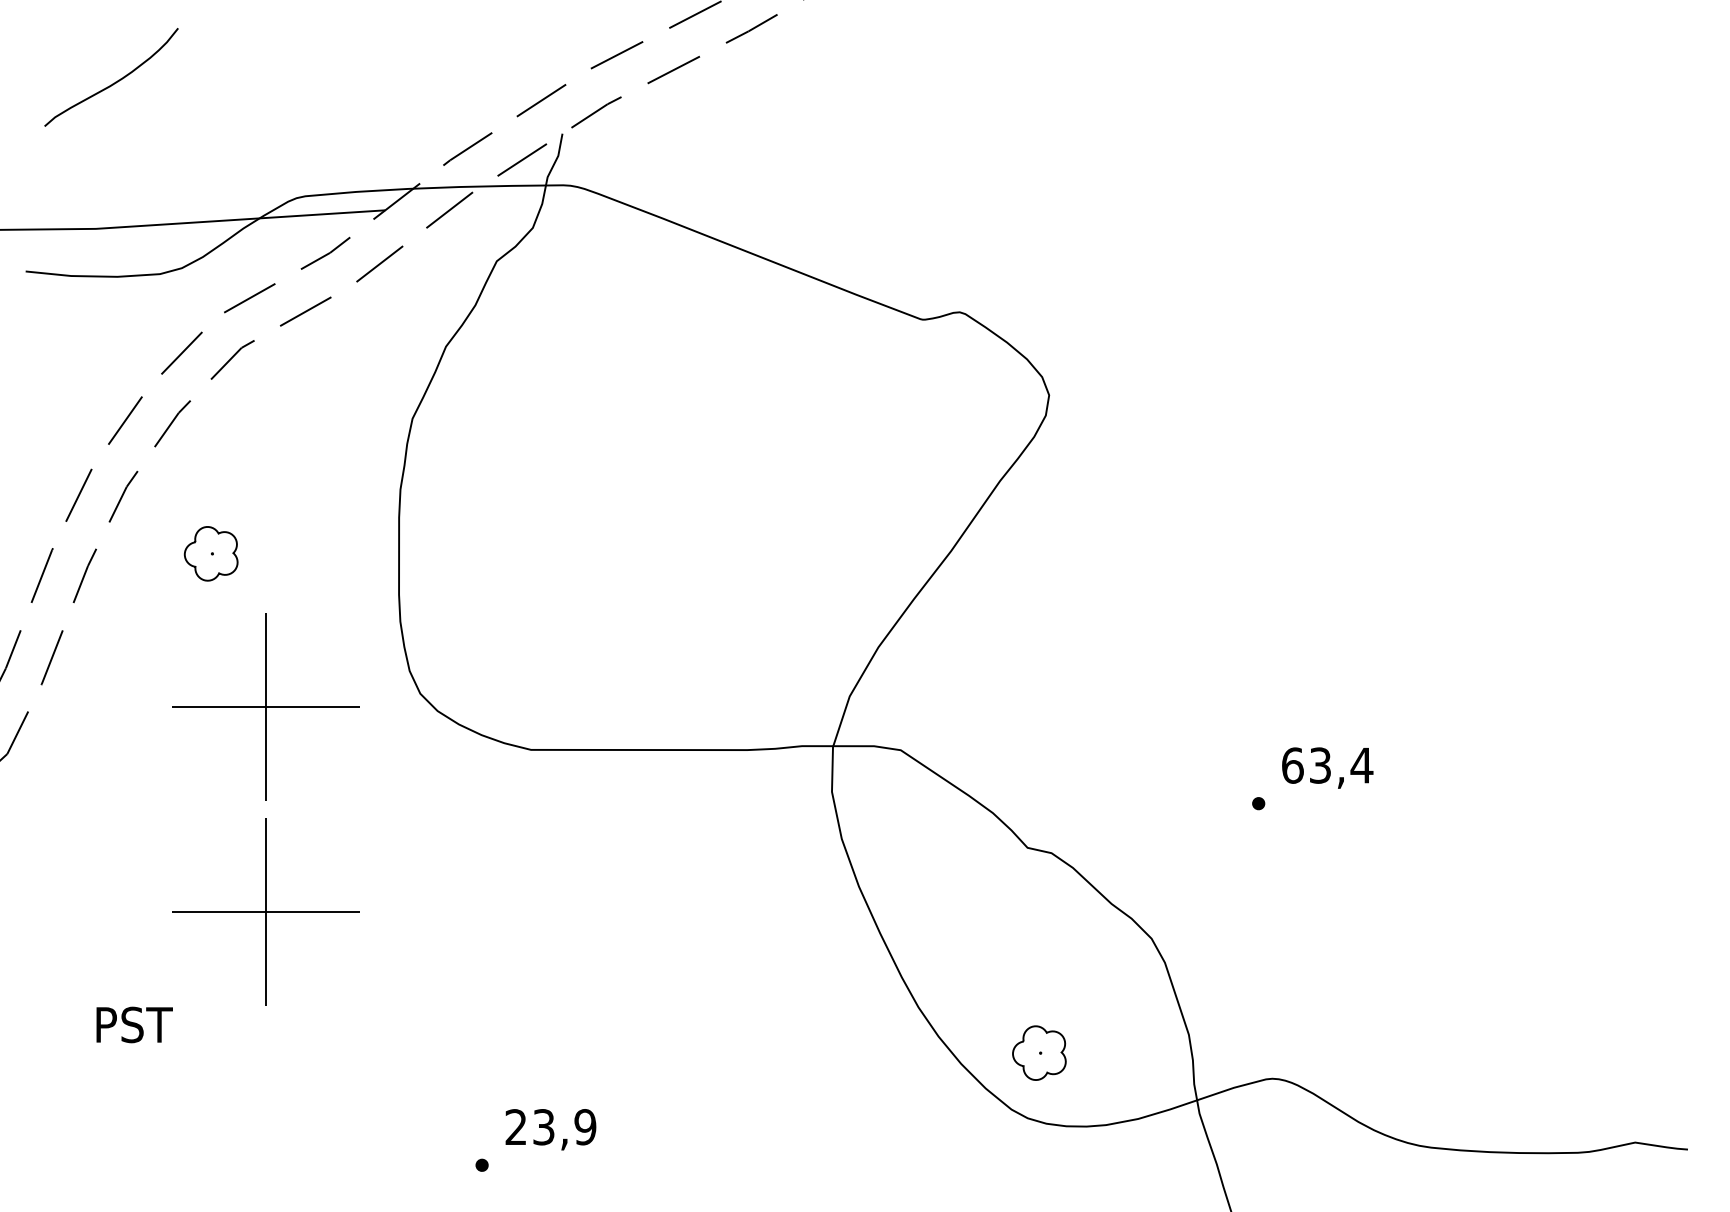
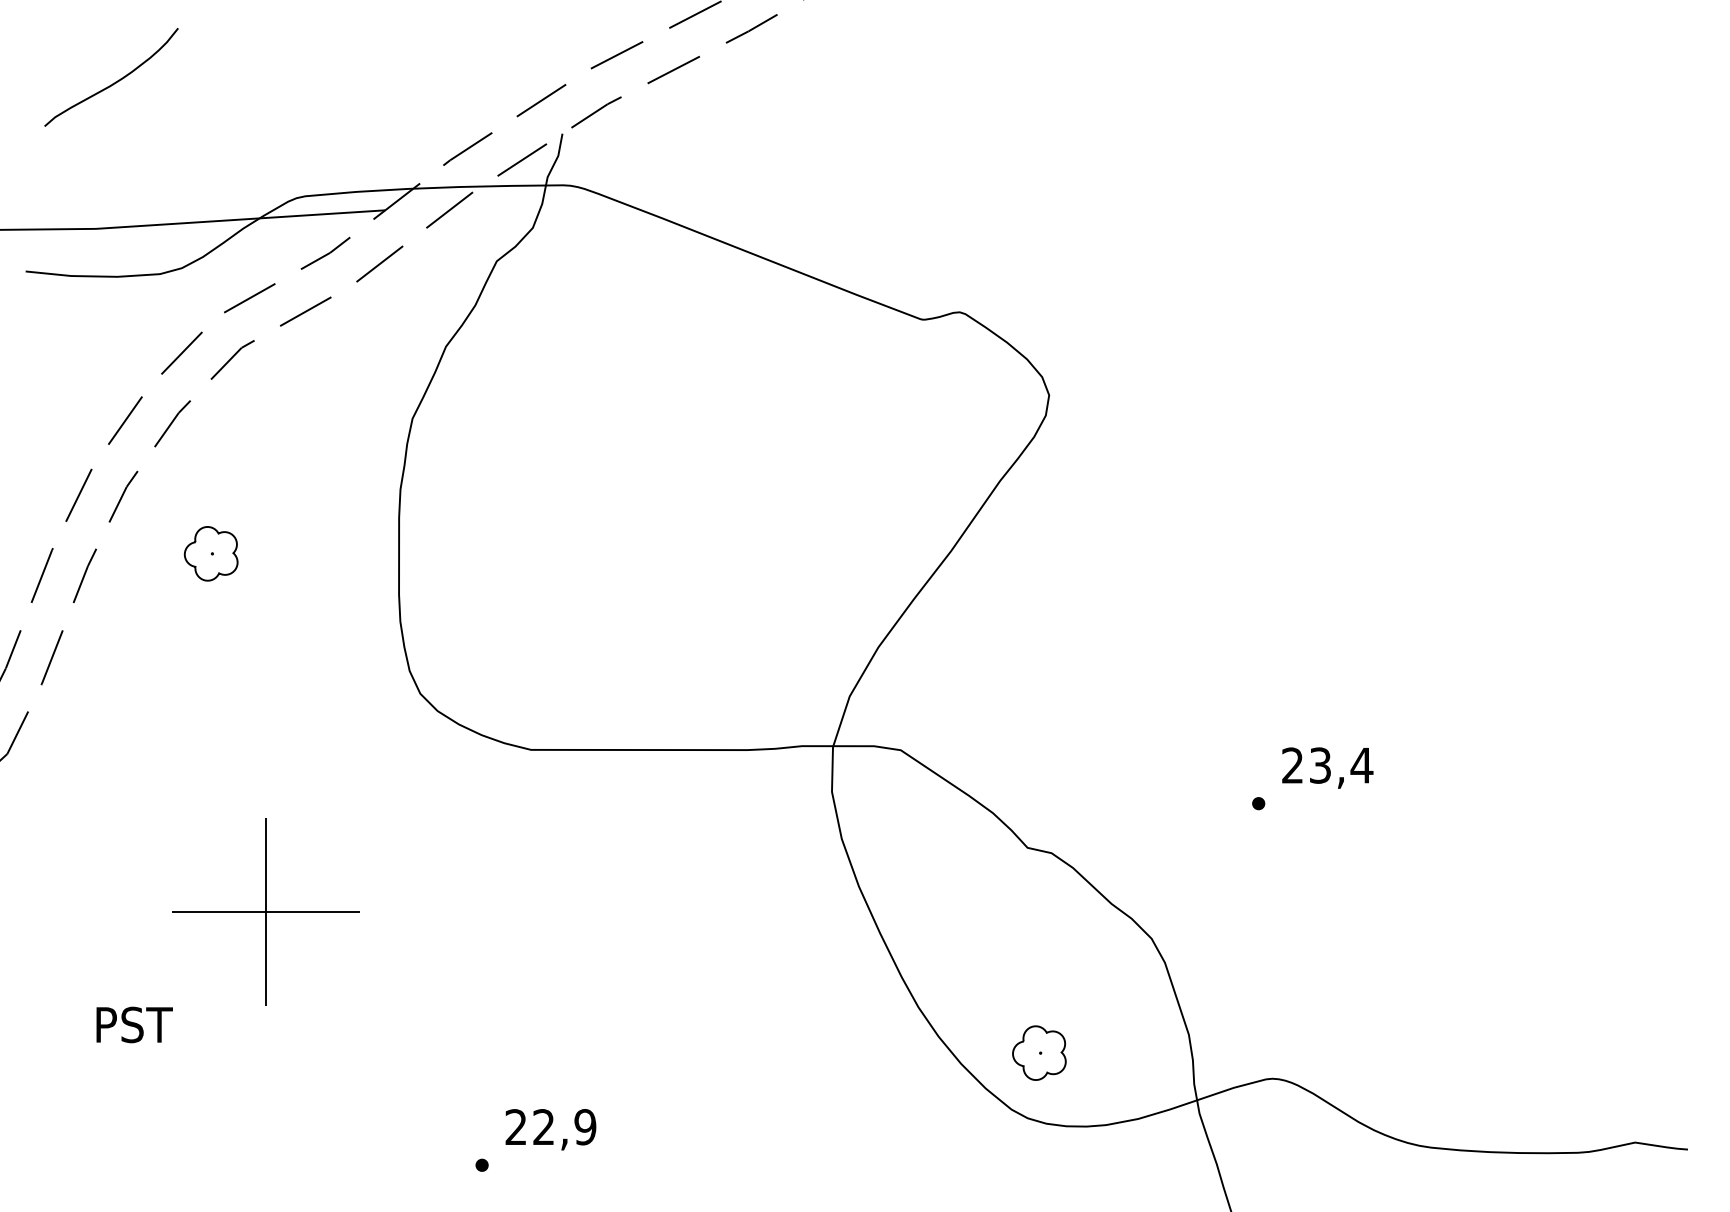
part at (265, 706): present -> none
text at (1292, 765): 63,4 -> 23,4
text at (543, 1127): 23,9 -> 22,9
